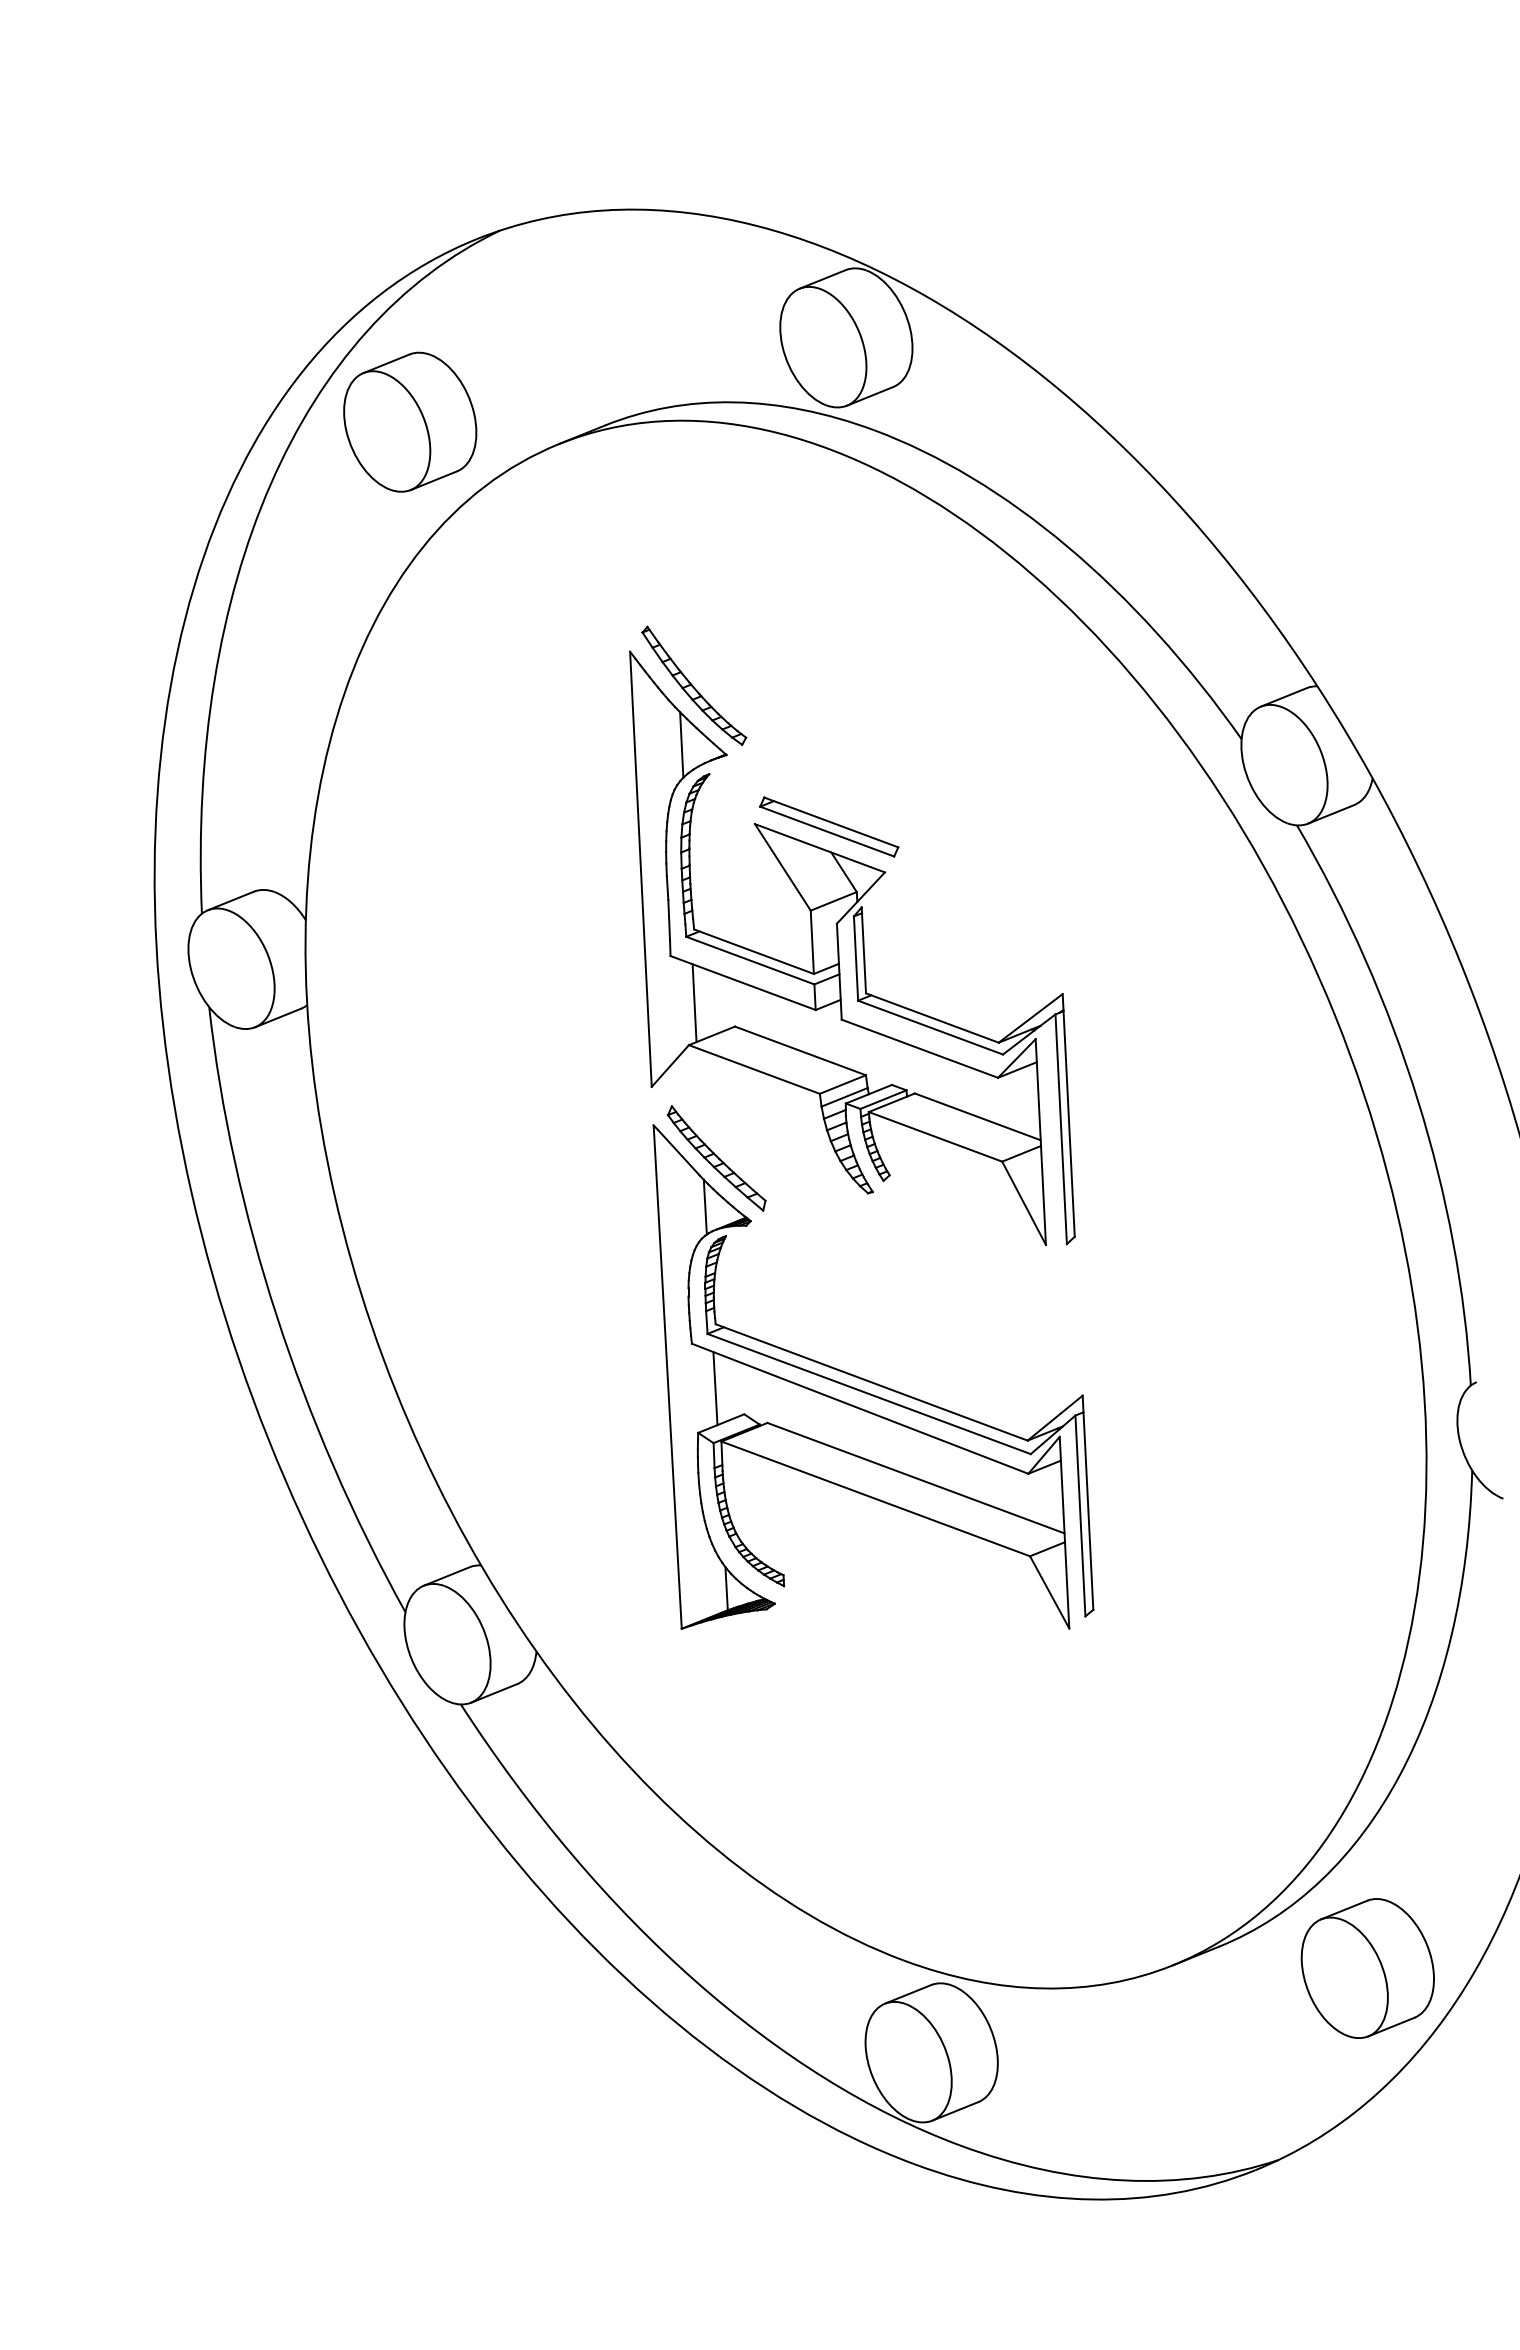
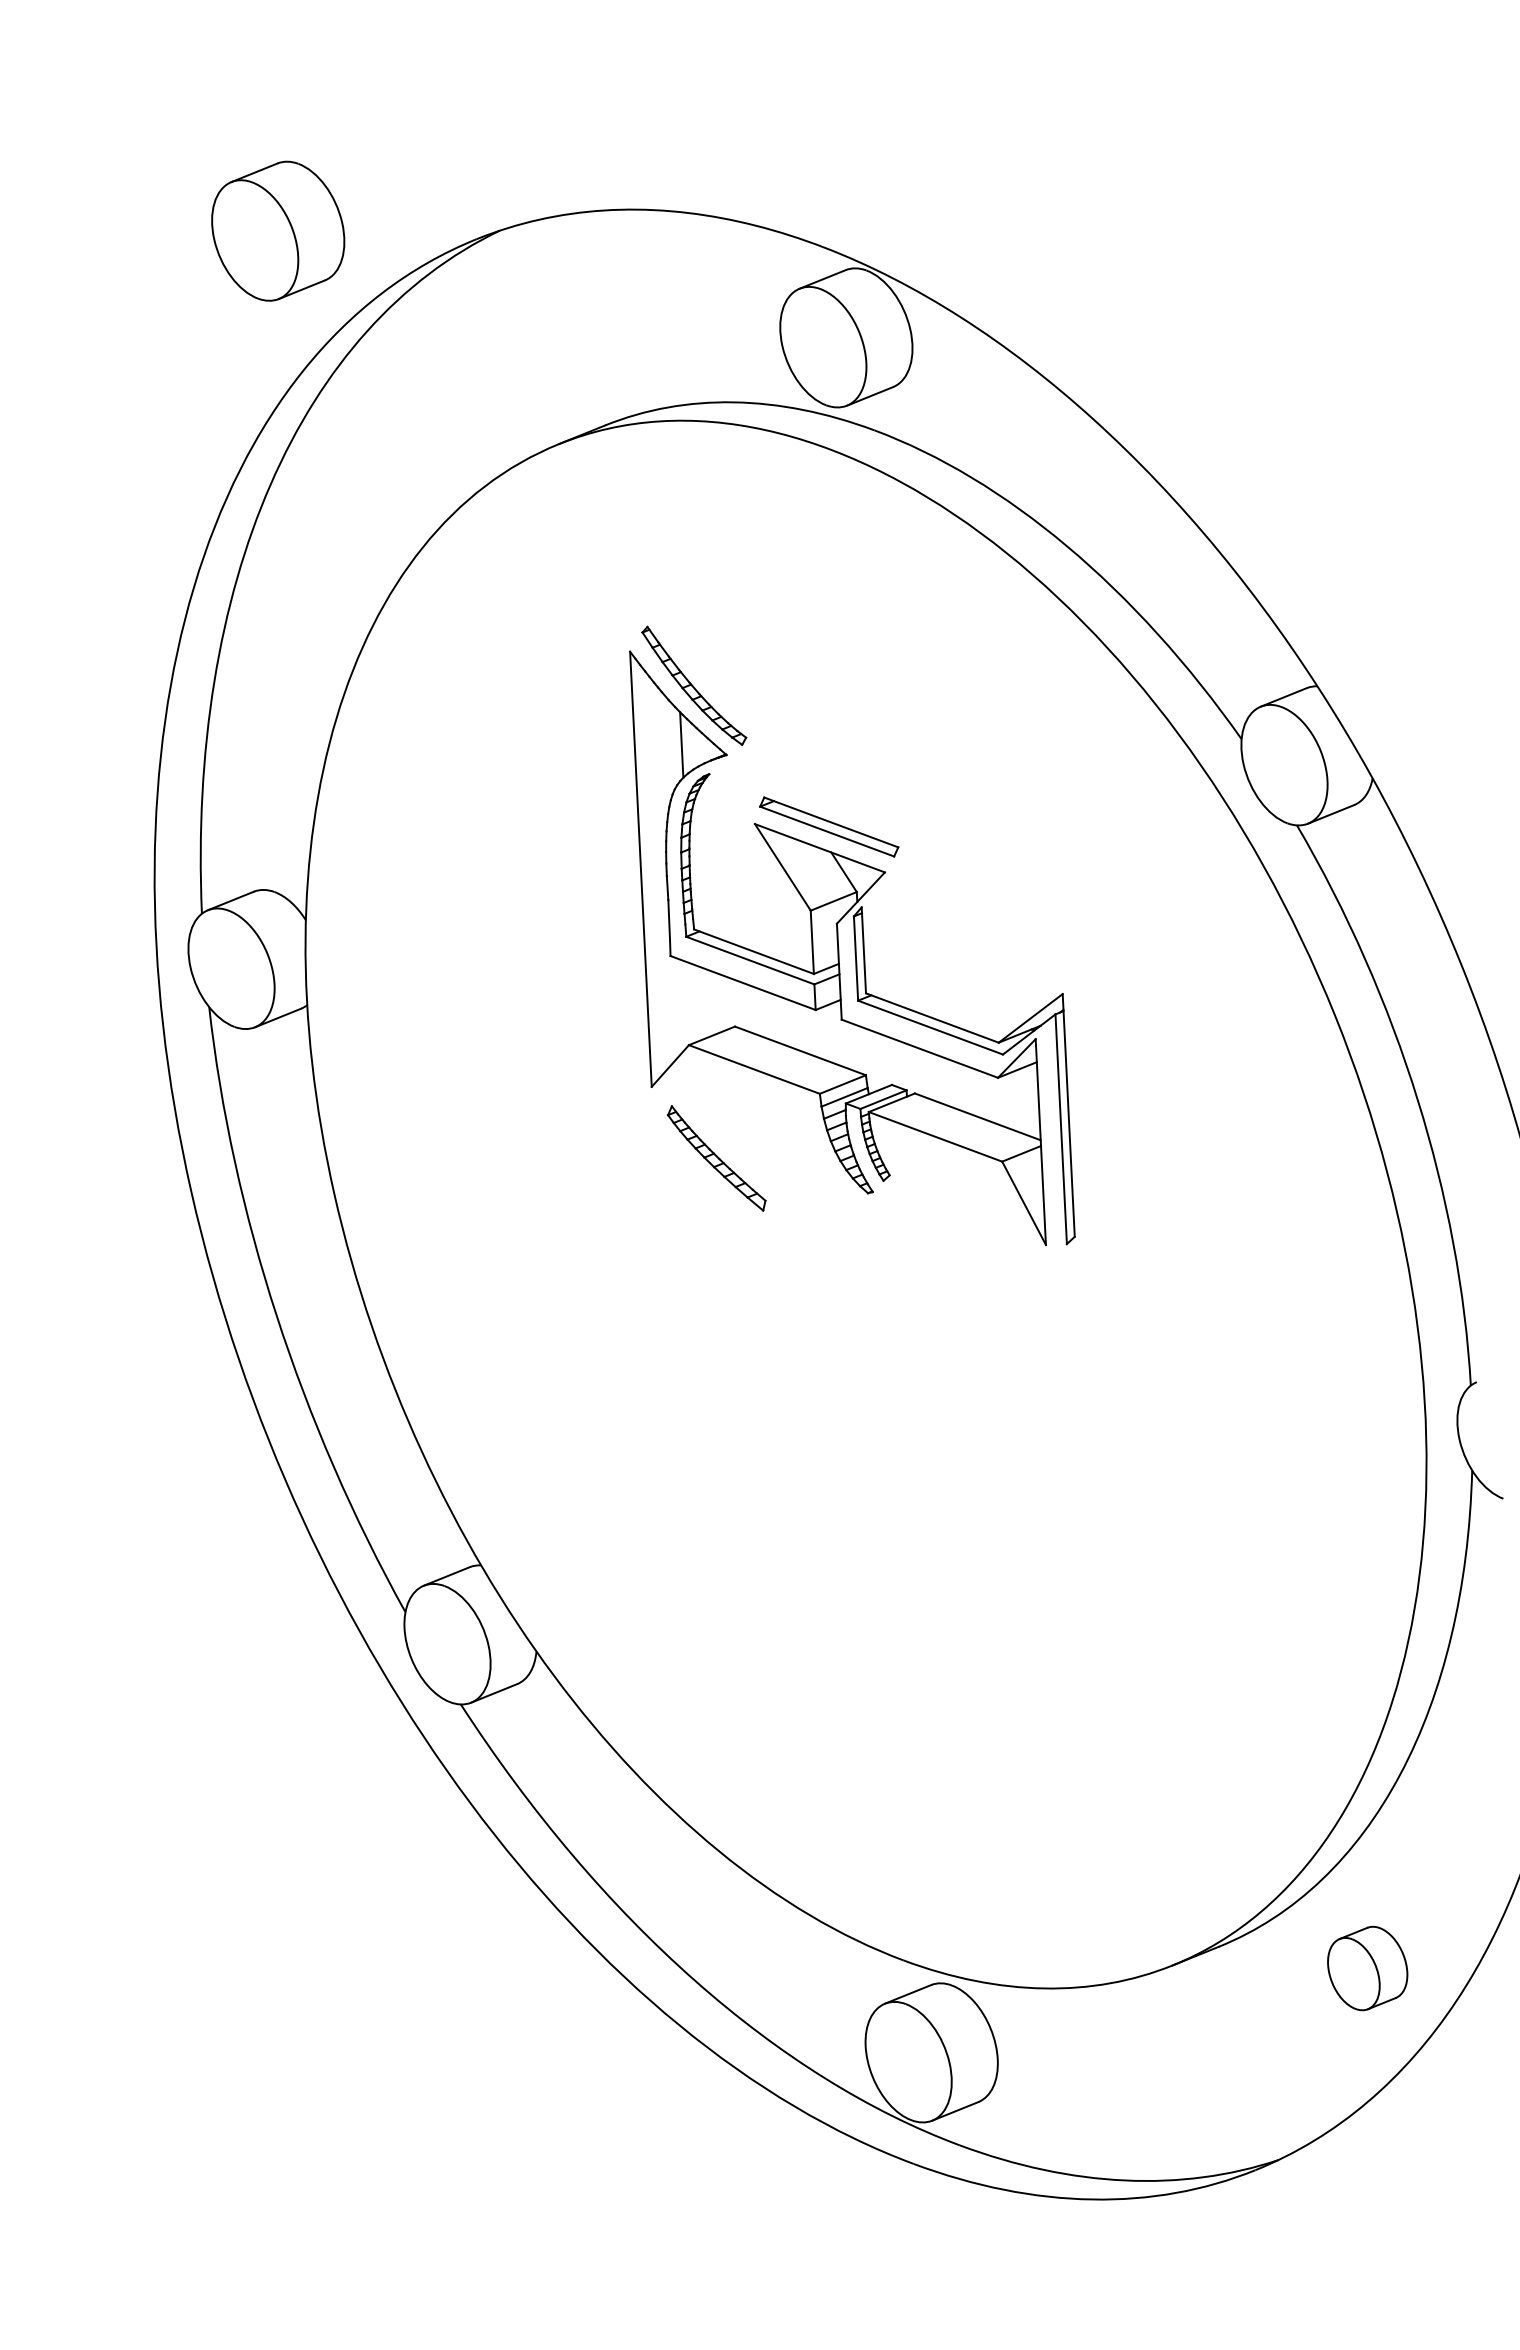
part at (410, 421) position: (410, 421) -> (278, 230)
line at (694, 1003): present -> none
part at (873, 1376): present -> none
part at (1367, 1968) size: 135x141 px -> 82x87 px
